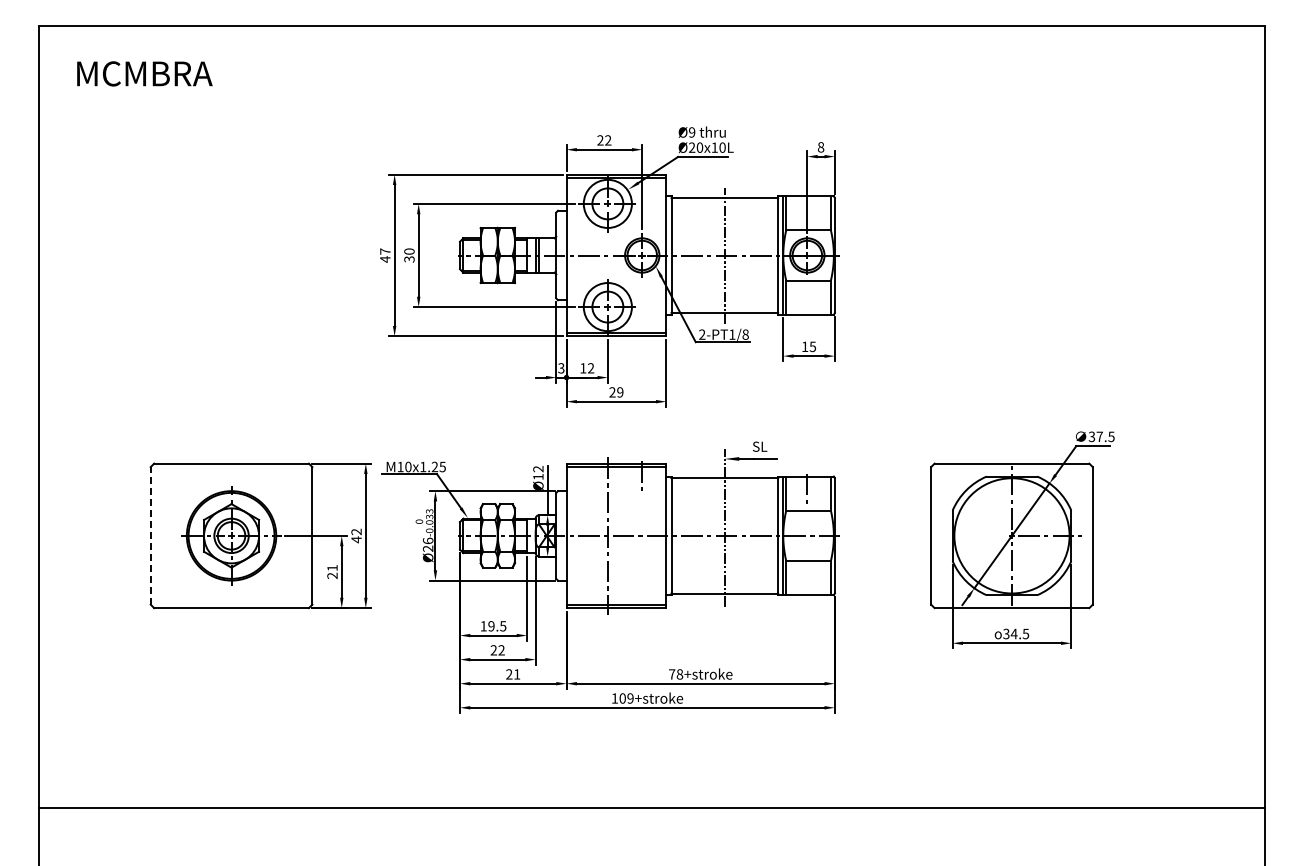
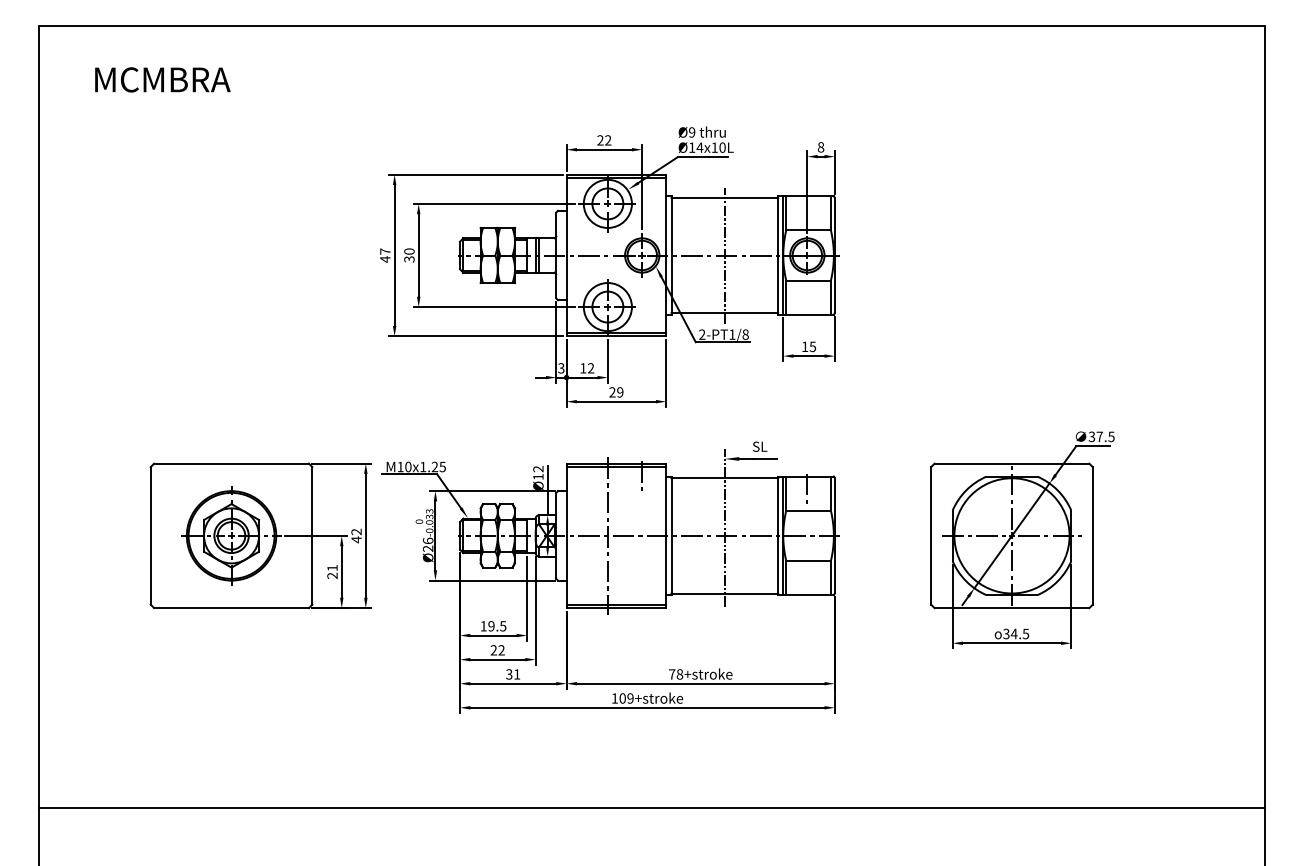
text at (144, 73) position: (144, 73) -> (162, 79)
text at (696, 147): Ø20x10L -> Ø14x10L
line at (150, 535): dashed -> solid
line at (973, 535): none -> present
text at (509, 674): 21 -> 31
